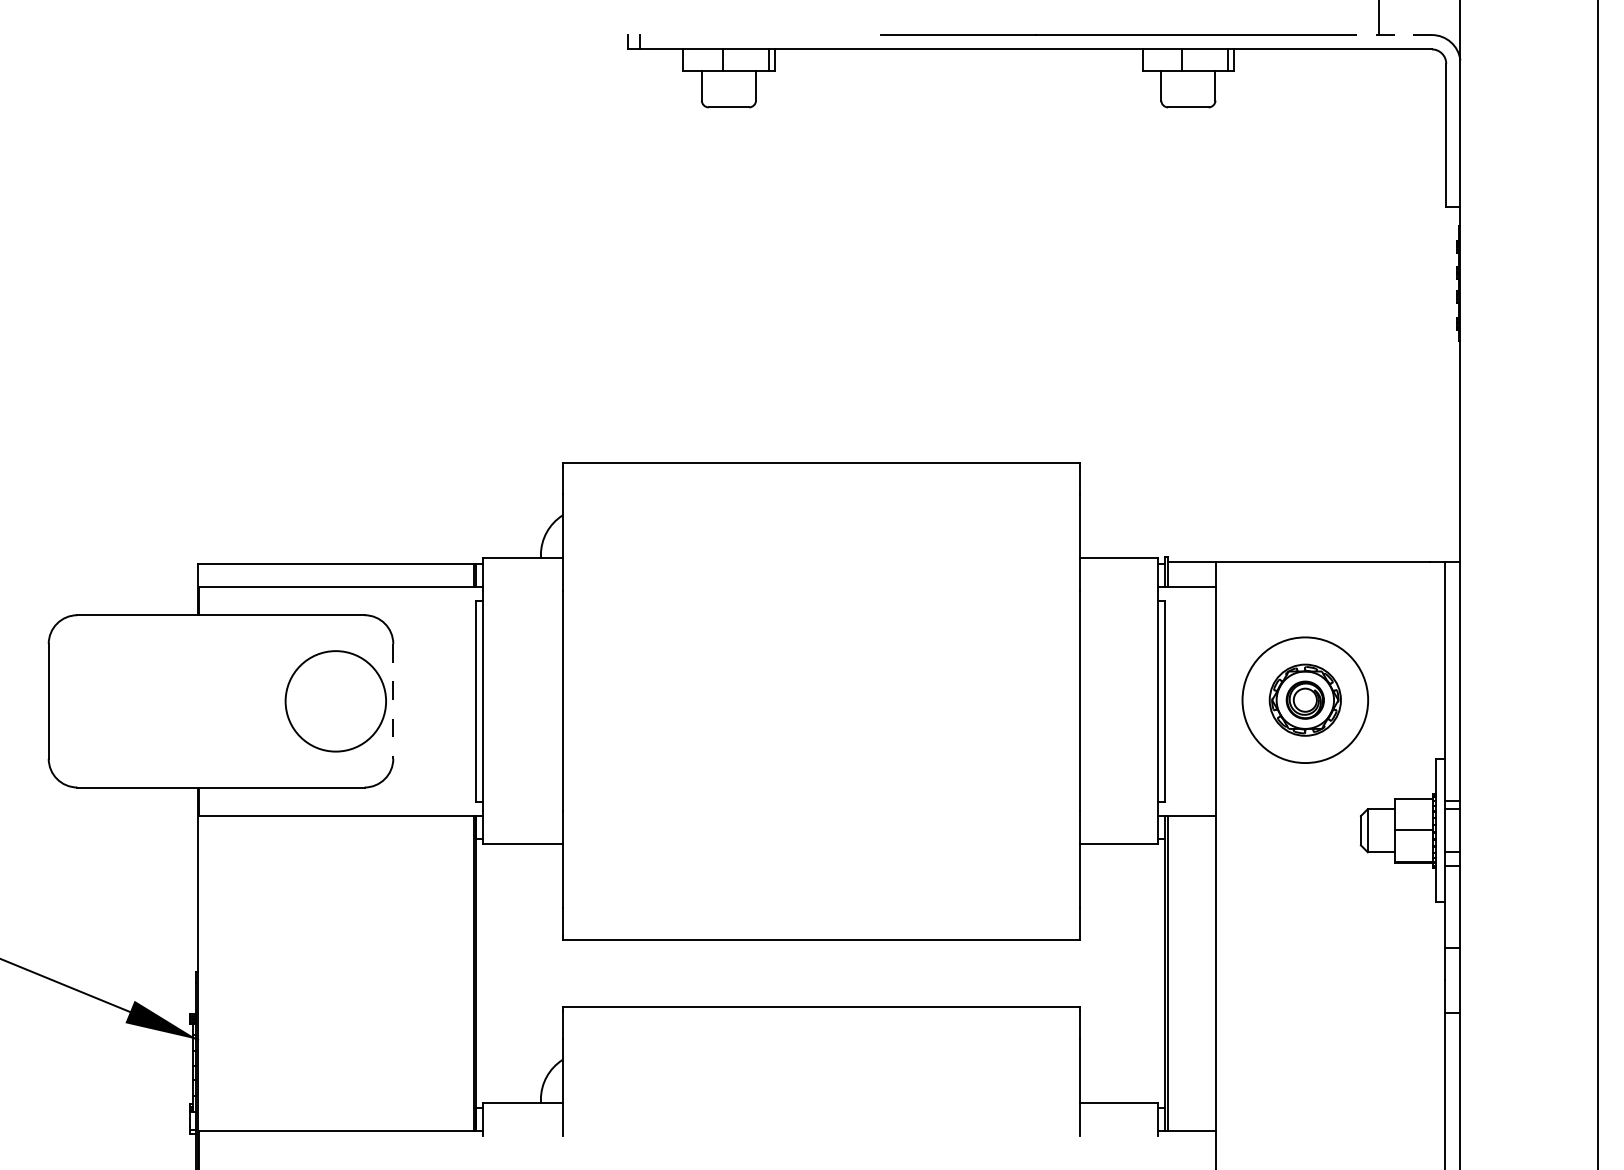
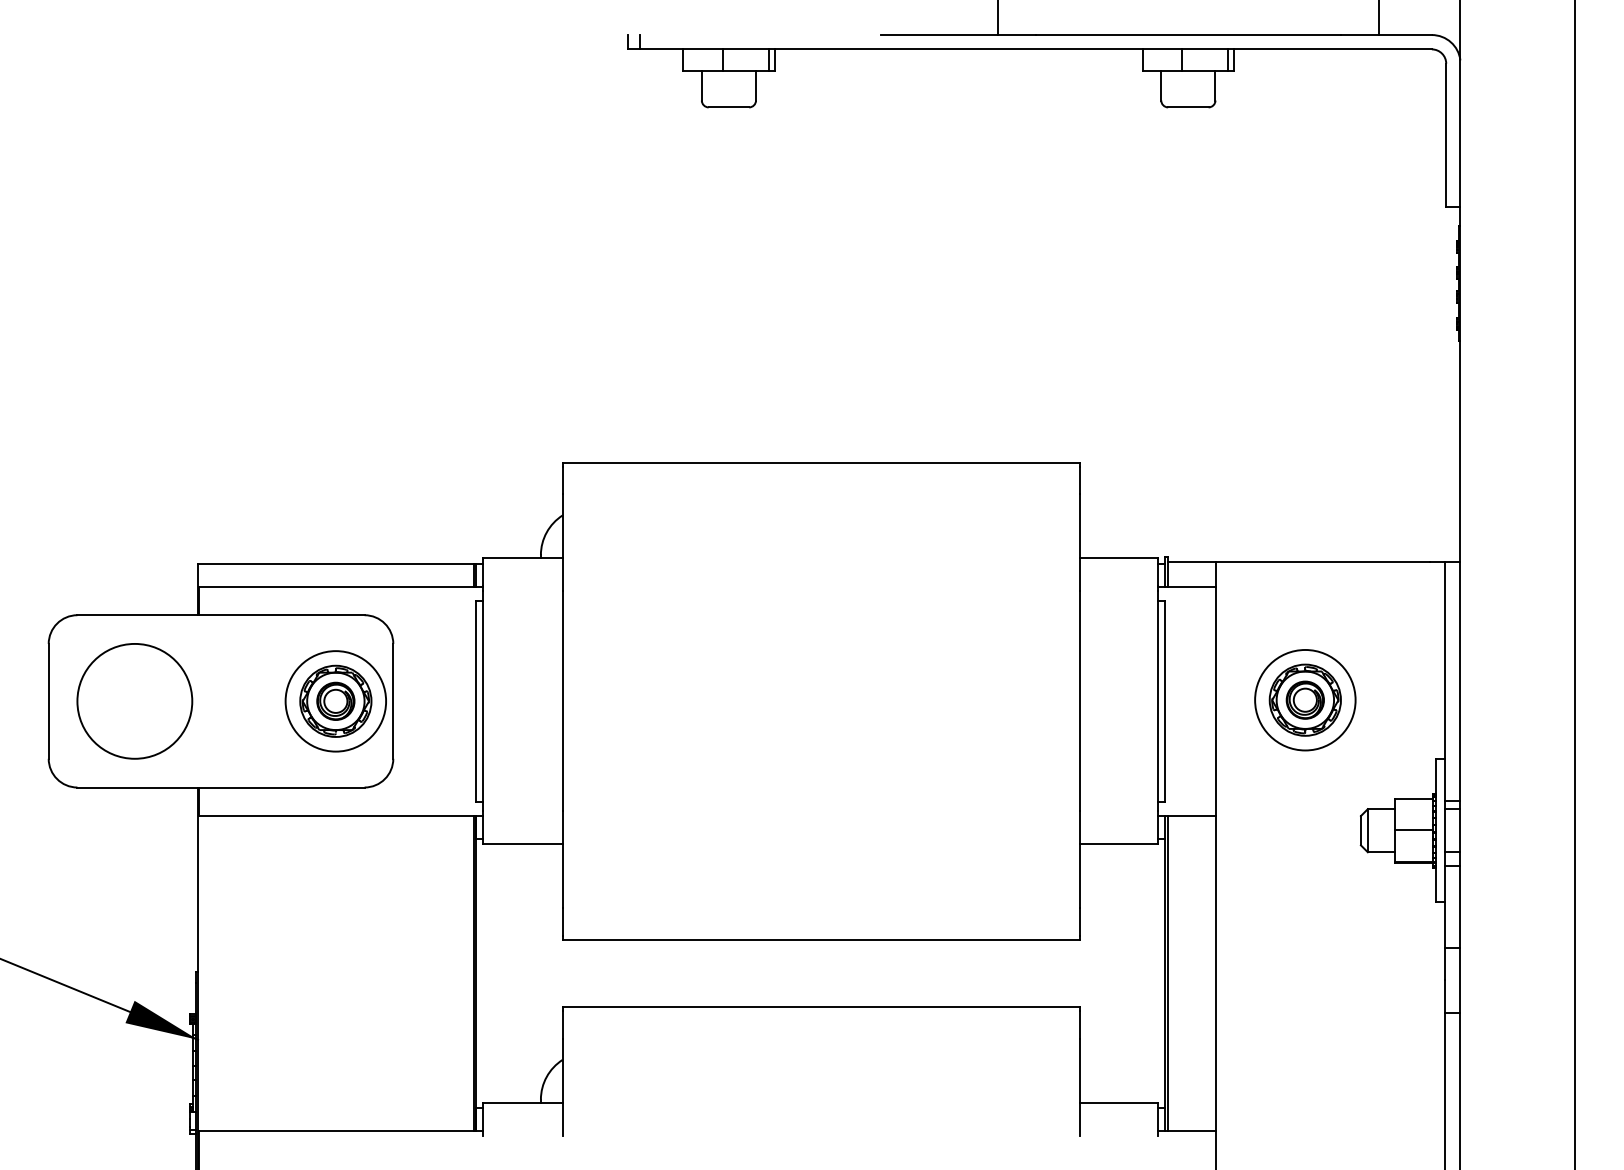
line at (997, 18): none -> present
line at (1386, 35): dashed -> solid
line at (1598, 584) position: (1598, 584) -> (1575, 584)
part at (335, 700): none -> present
circle at (1305, 700) diameter: 126 px -> 100 px
circle at (134, 701): none -> present
line at (393, 701): dashed -> solid
